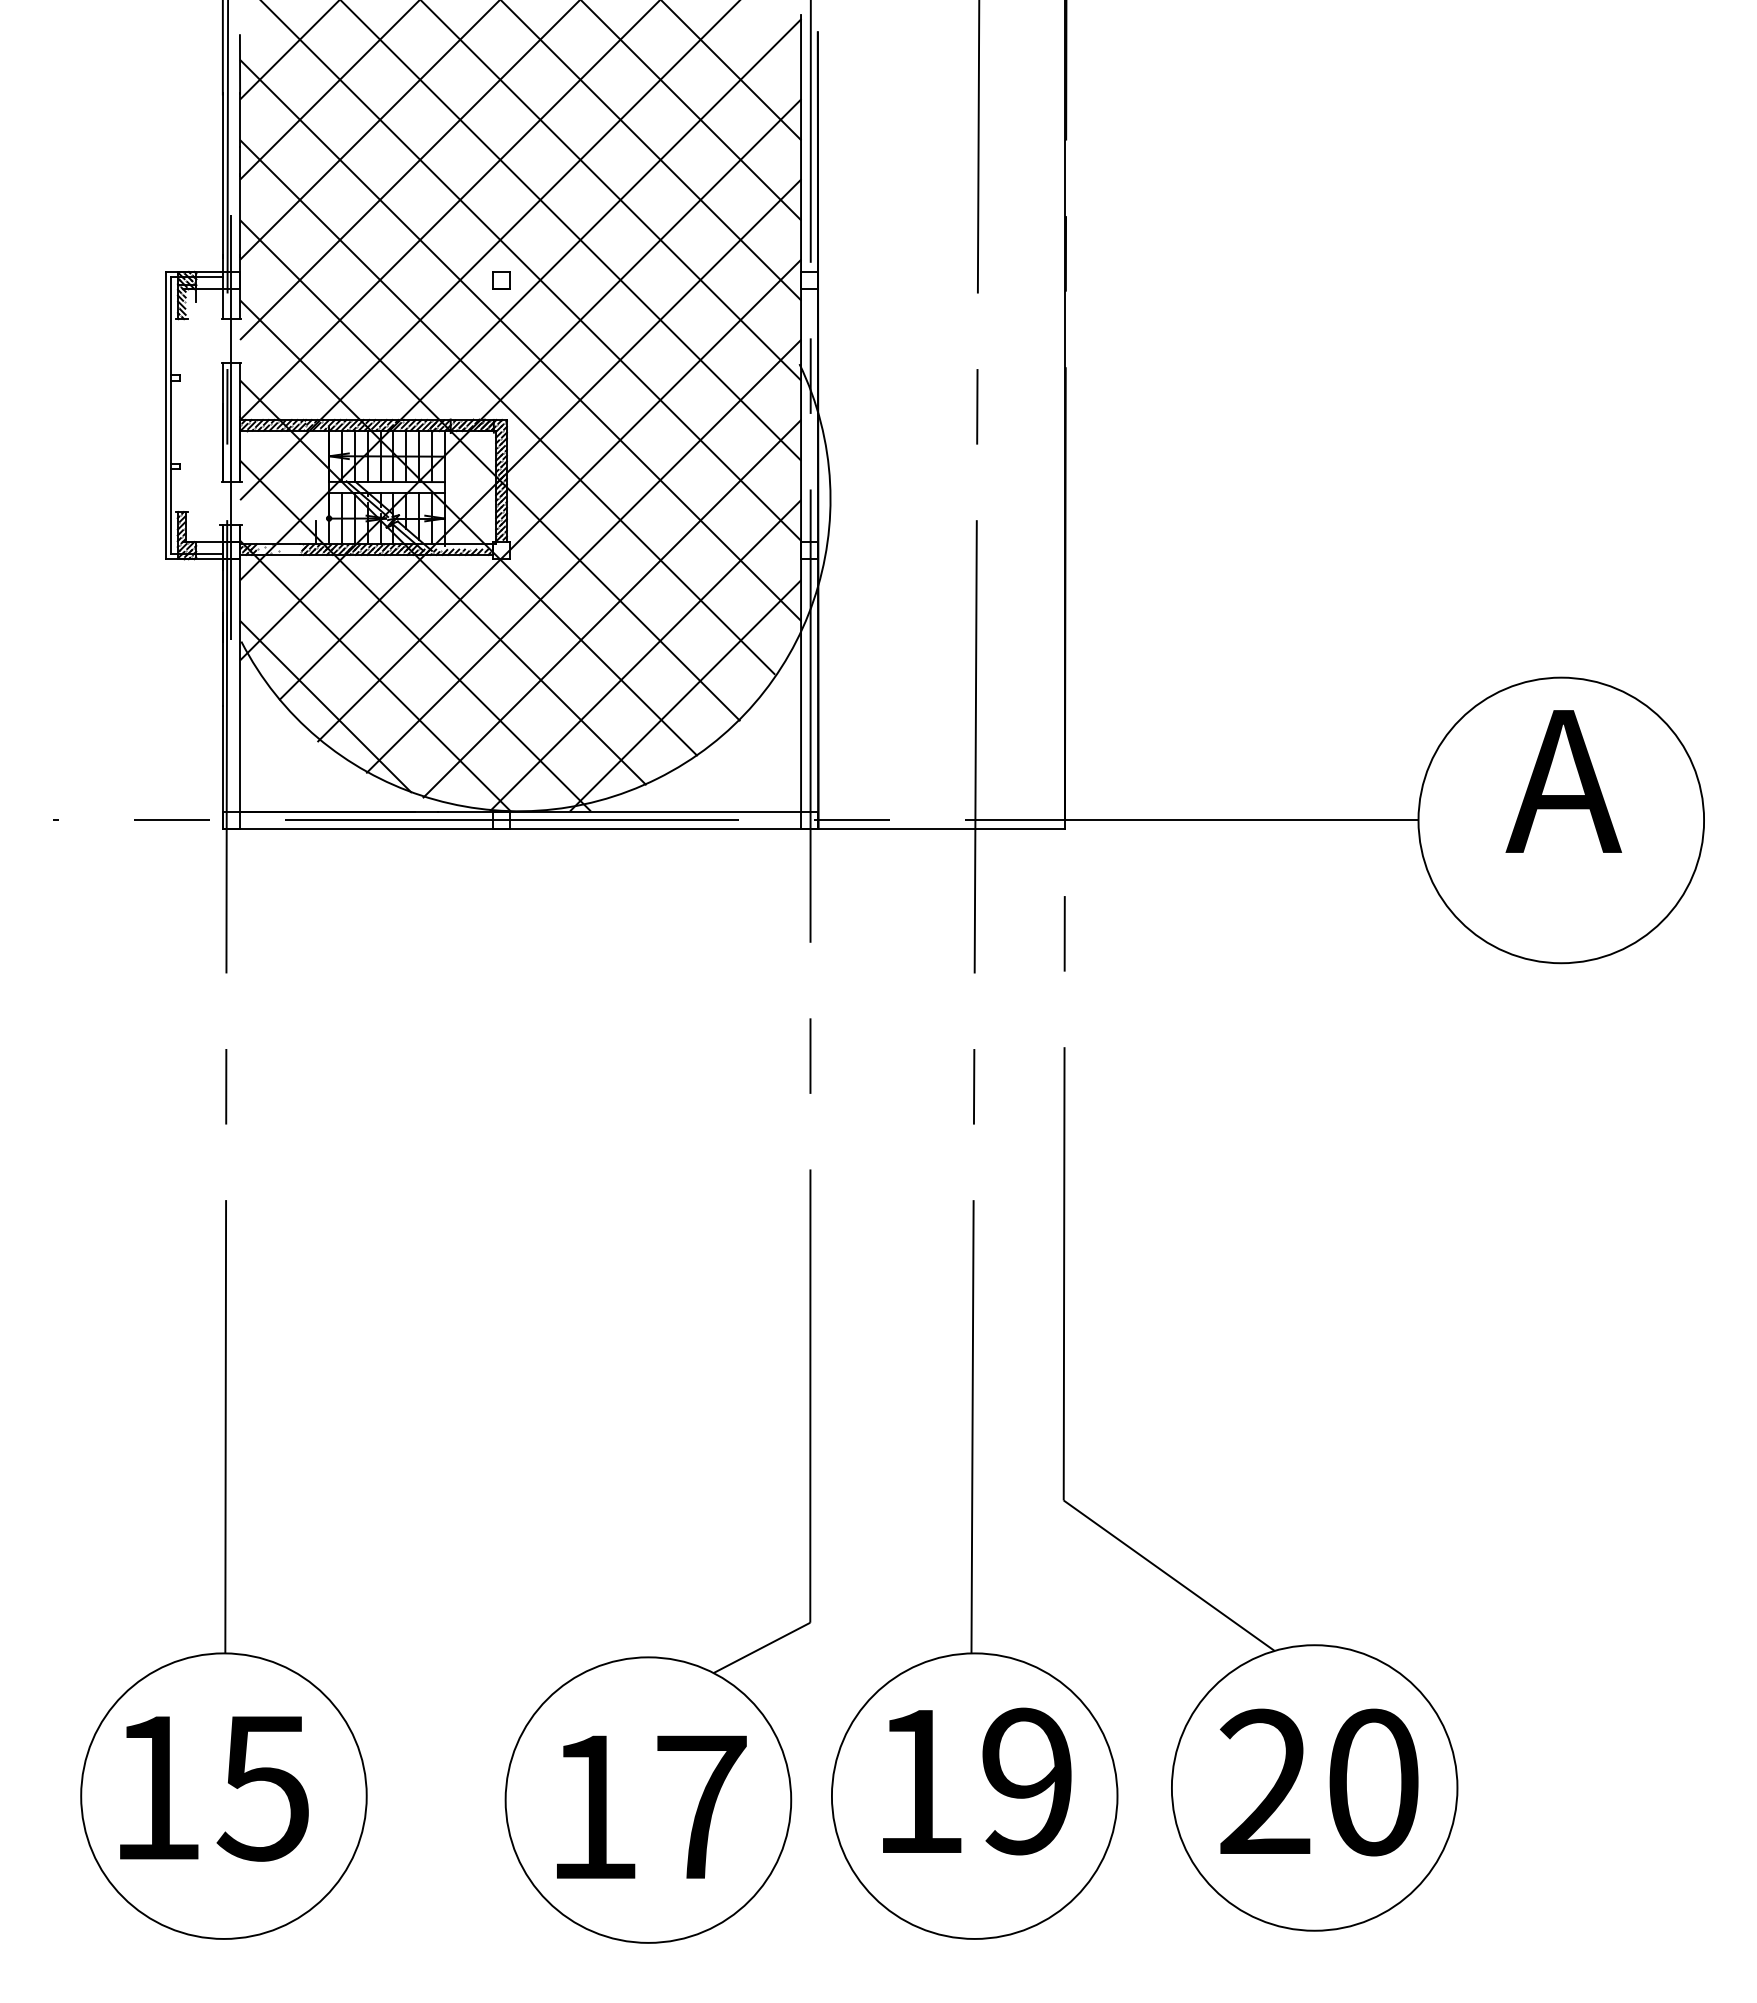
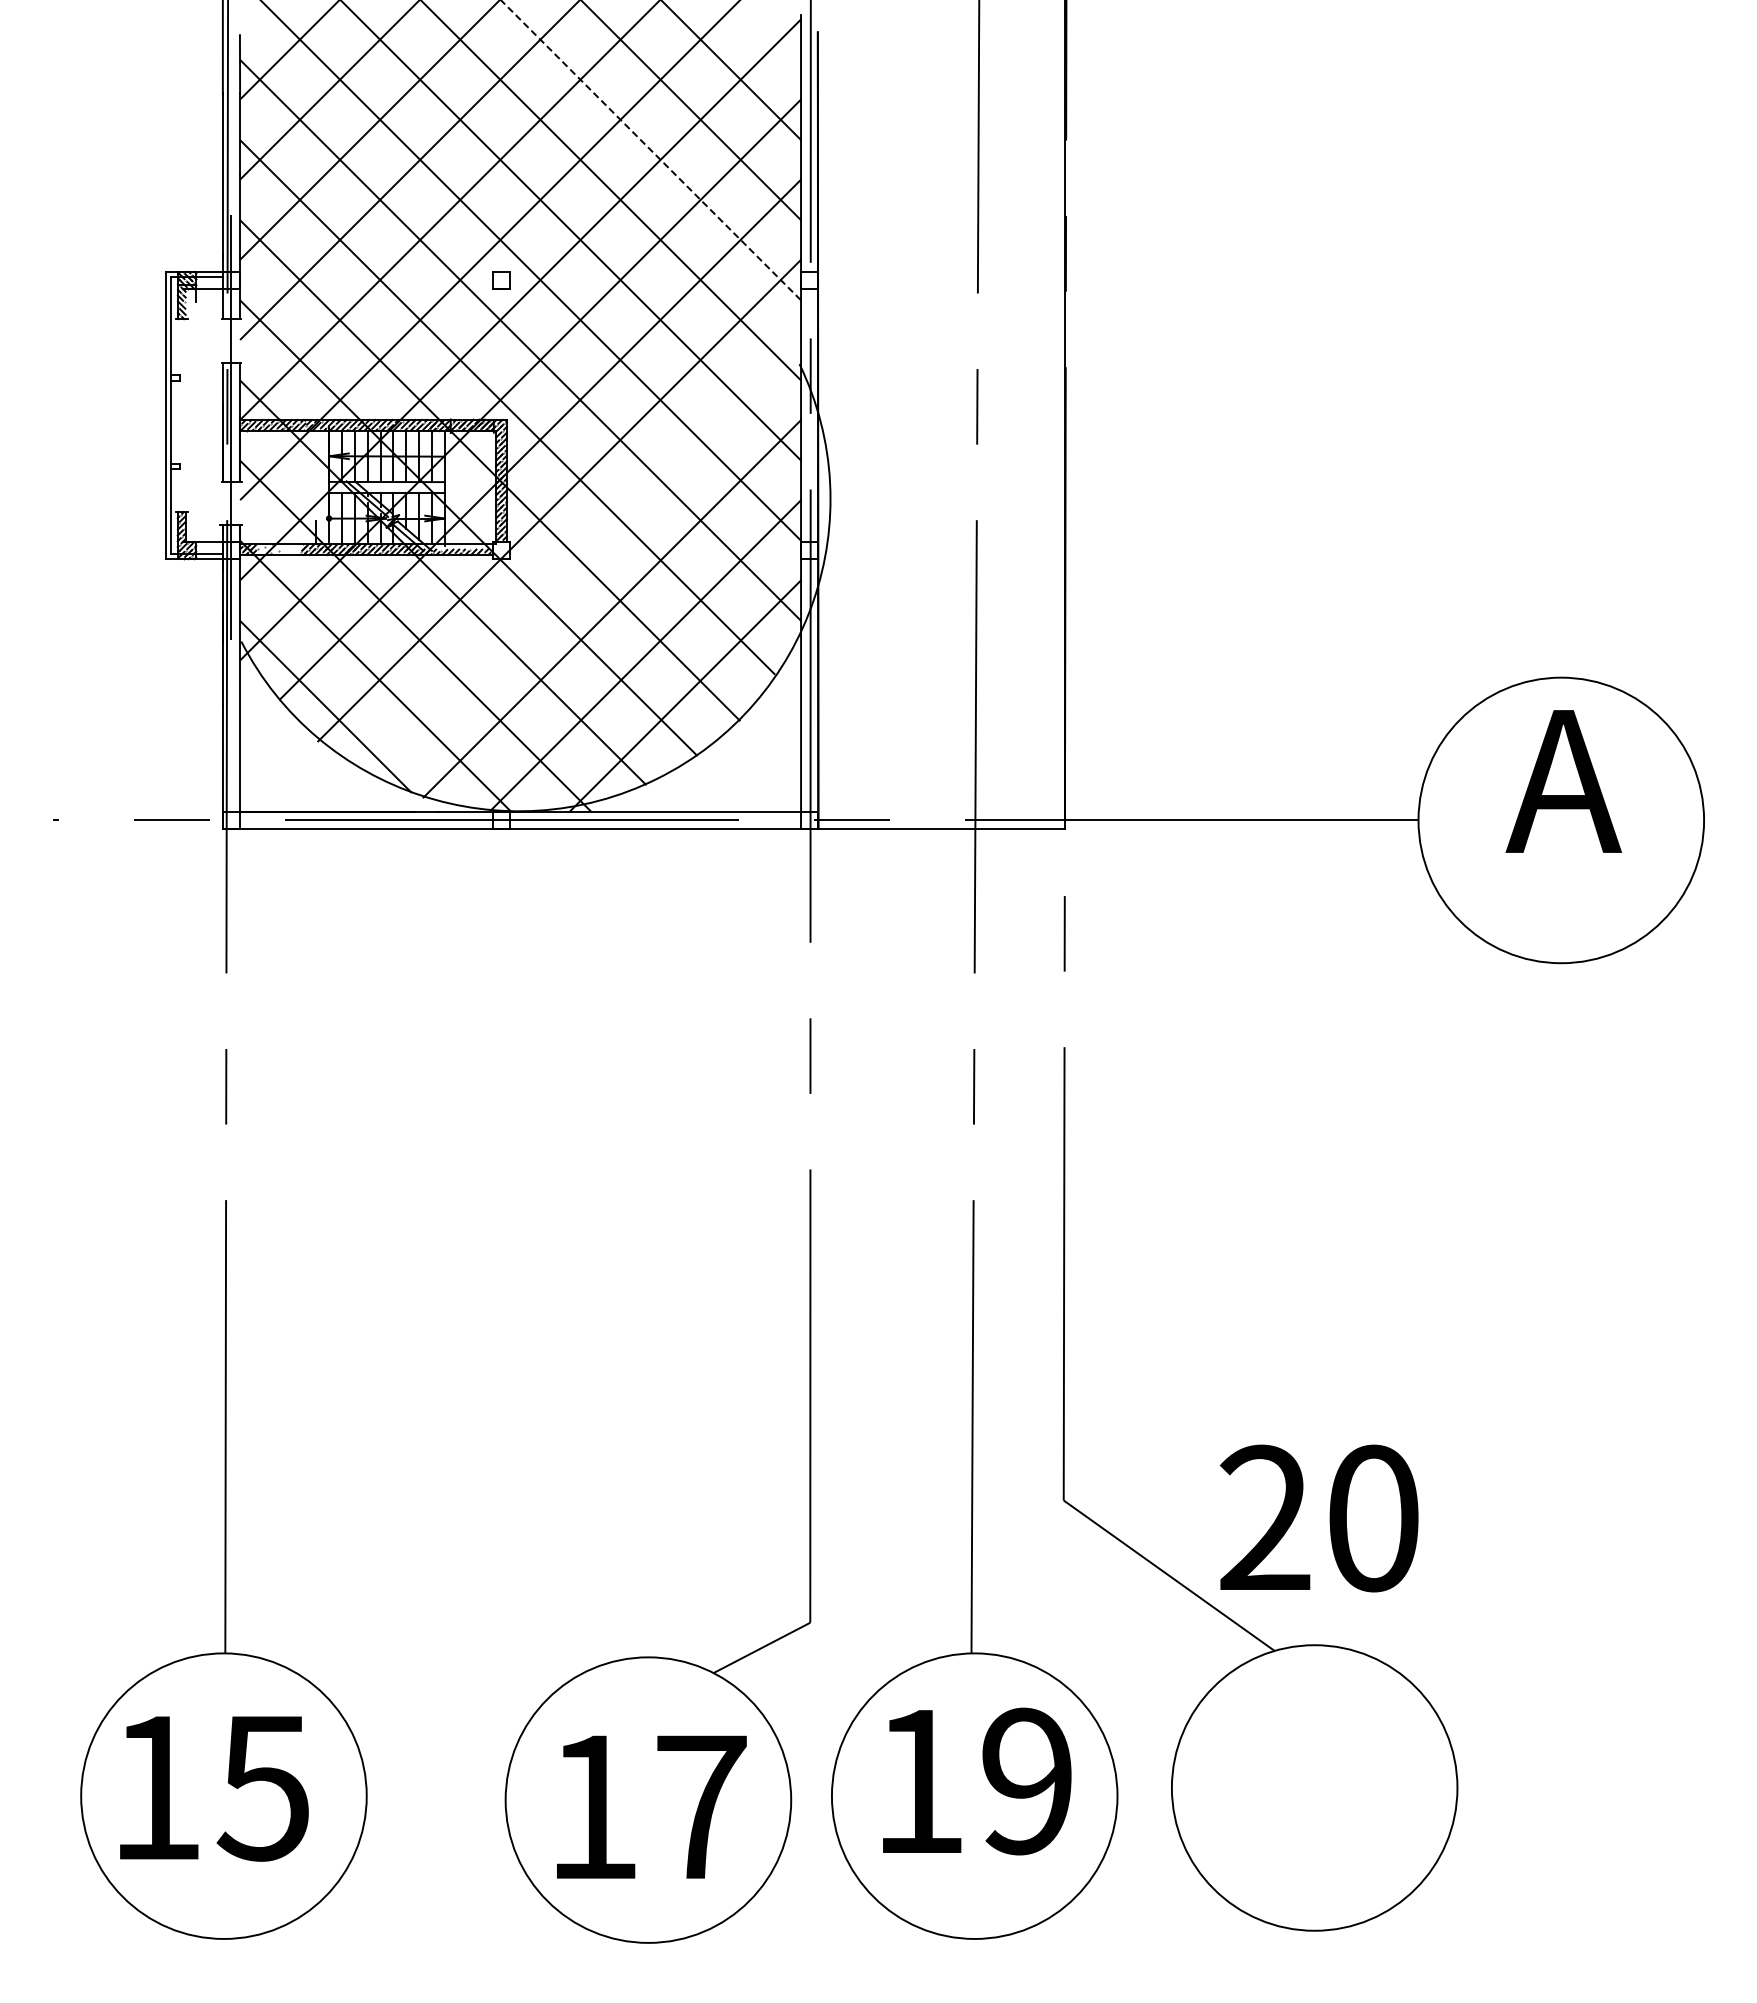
line at (651, 150): solid -> dashed
line at (583, 556): present -> none
text at (1319, 1782) position: (1319, 1782) -> (1319, 1518)
